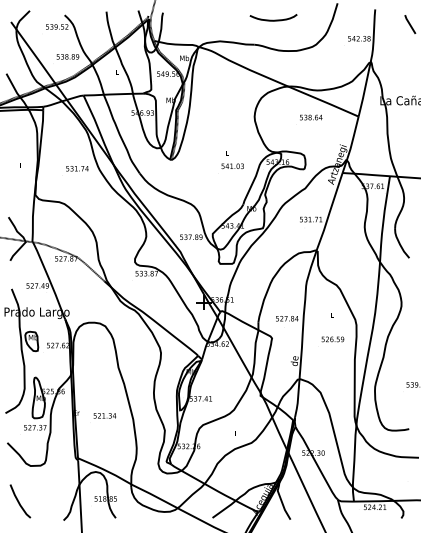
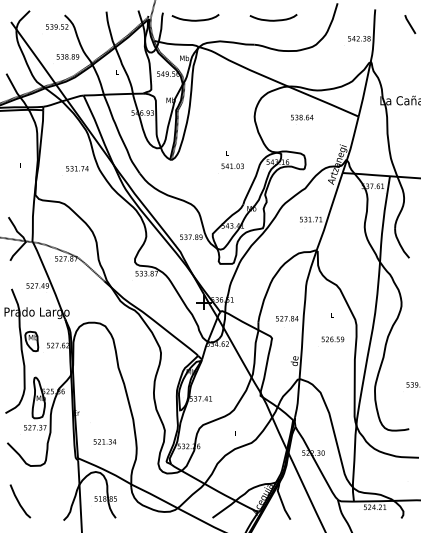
curve at (195, 19): none -> present
text at (311, 117) position: (311, 117) -> (302, 117)
text at (104, 415) position: (104, 415) -> (104, 441)
